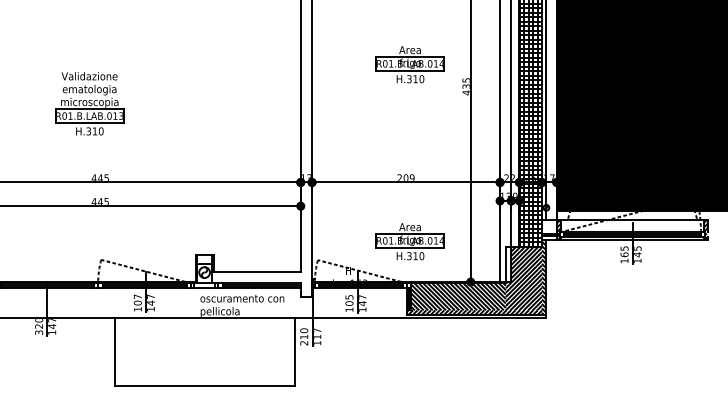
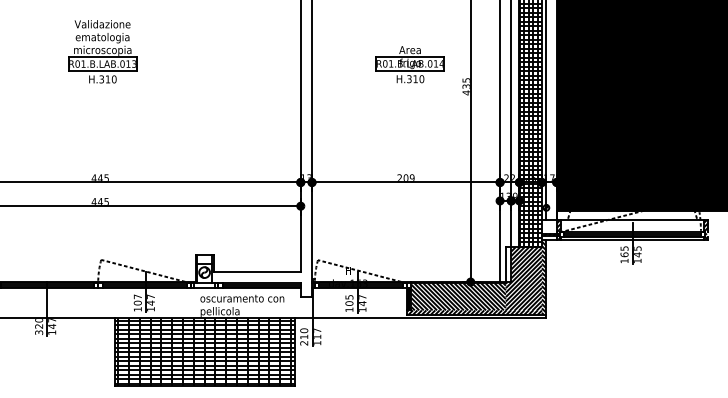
part at (89, 103) position: (89, 103) -> (102, 51)
part at (409, 241): present -> none
hatch at (204, 351): none -> present
